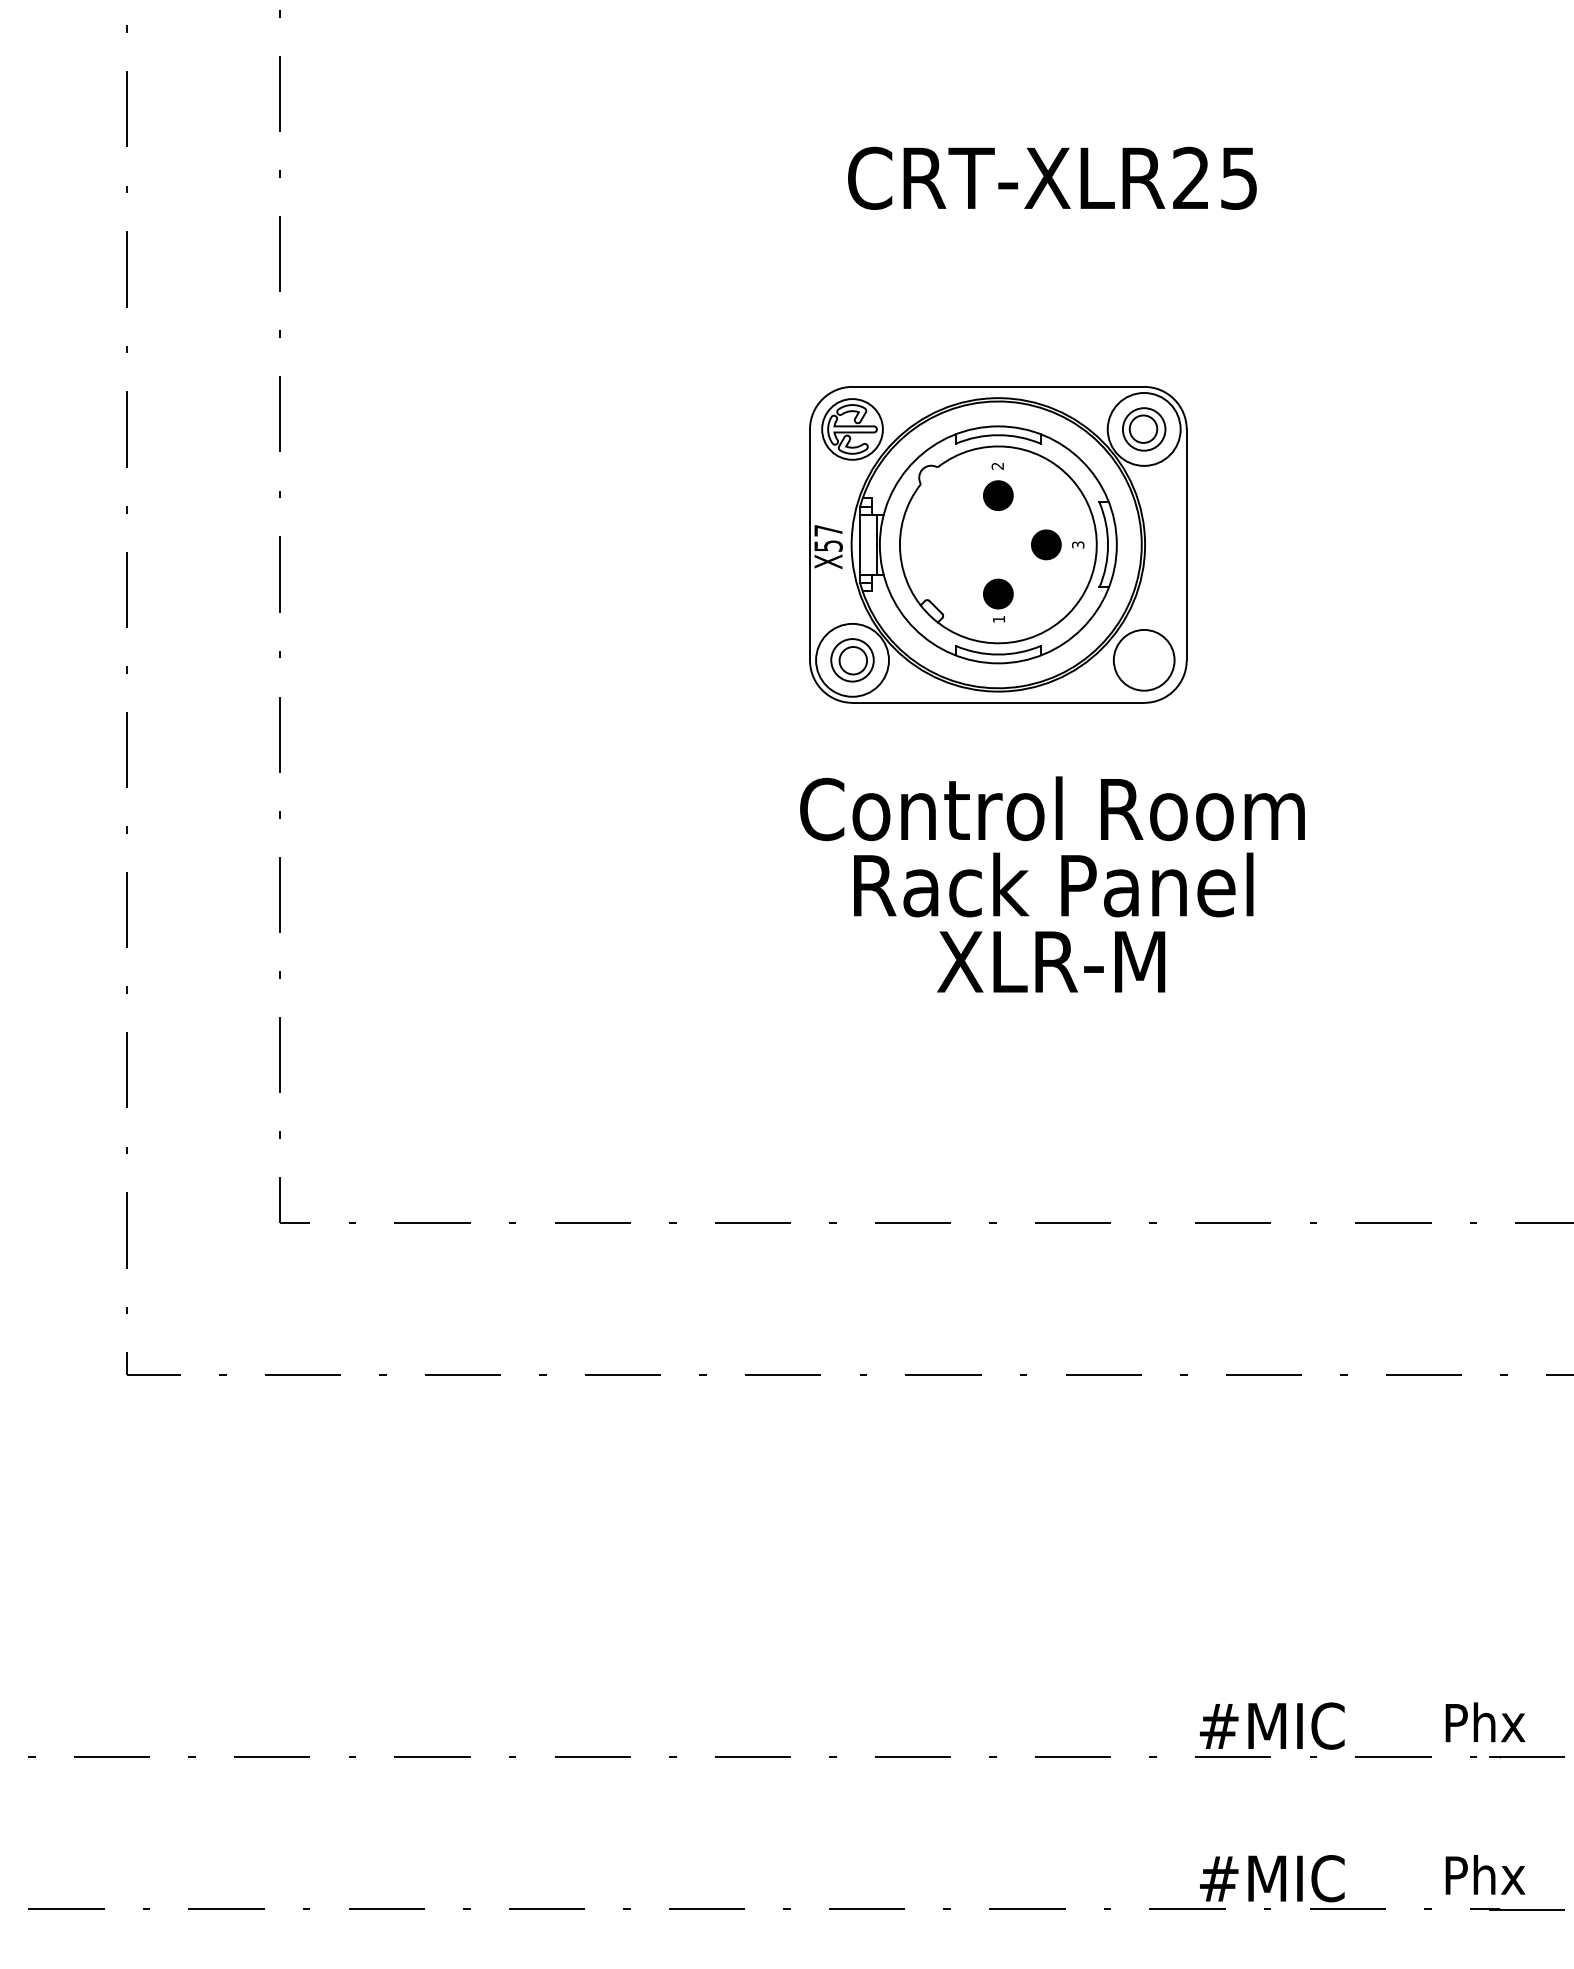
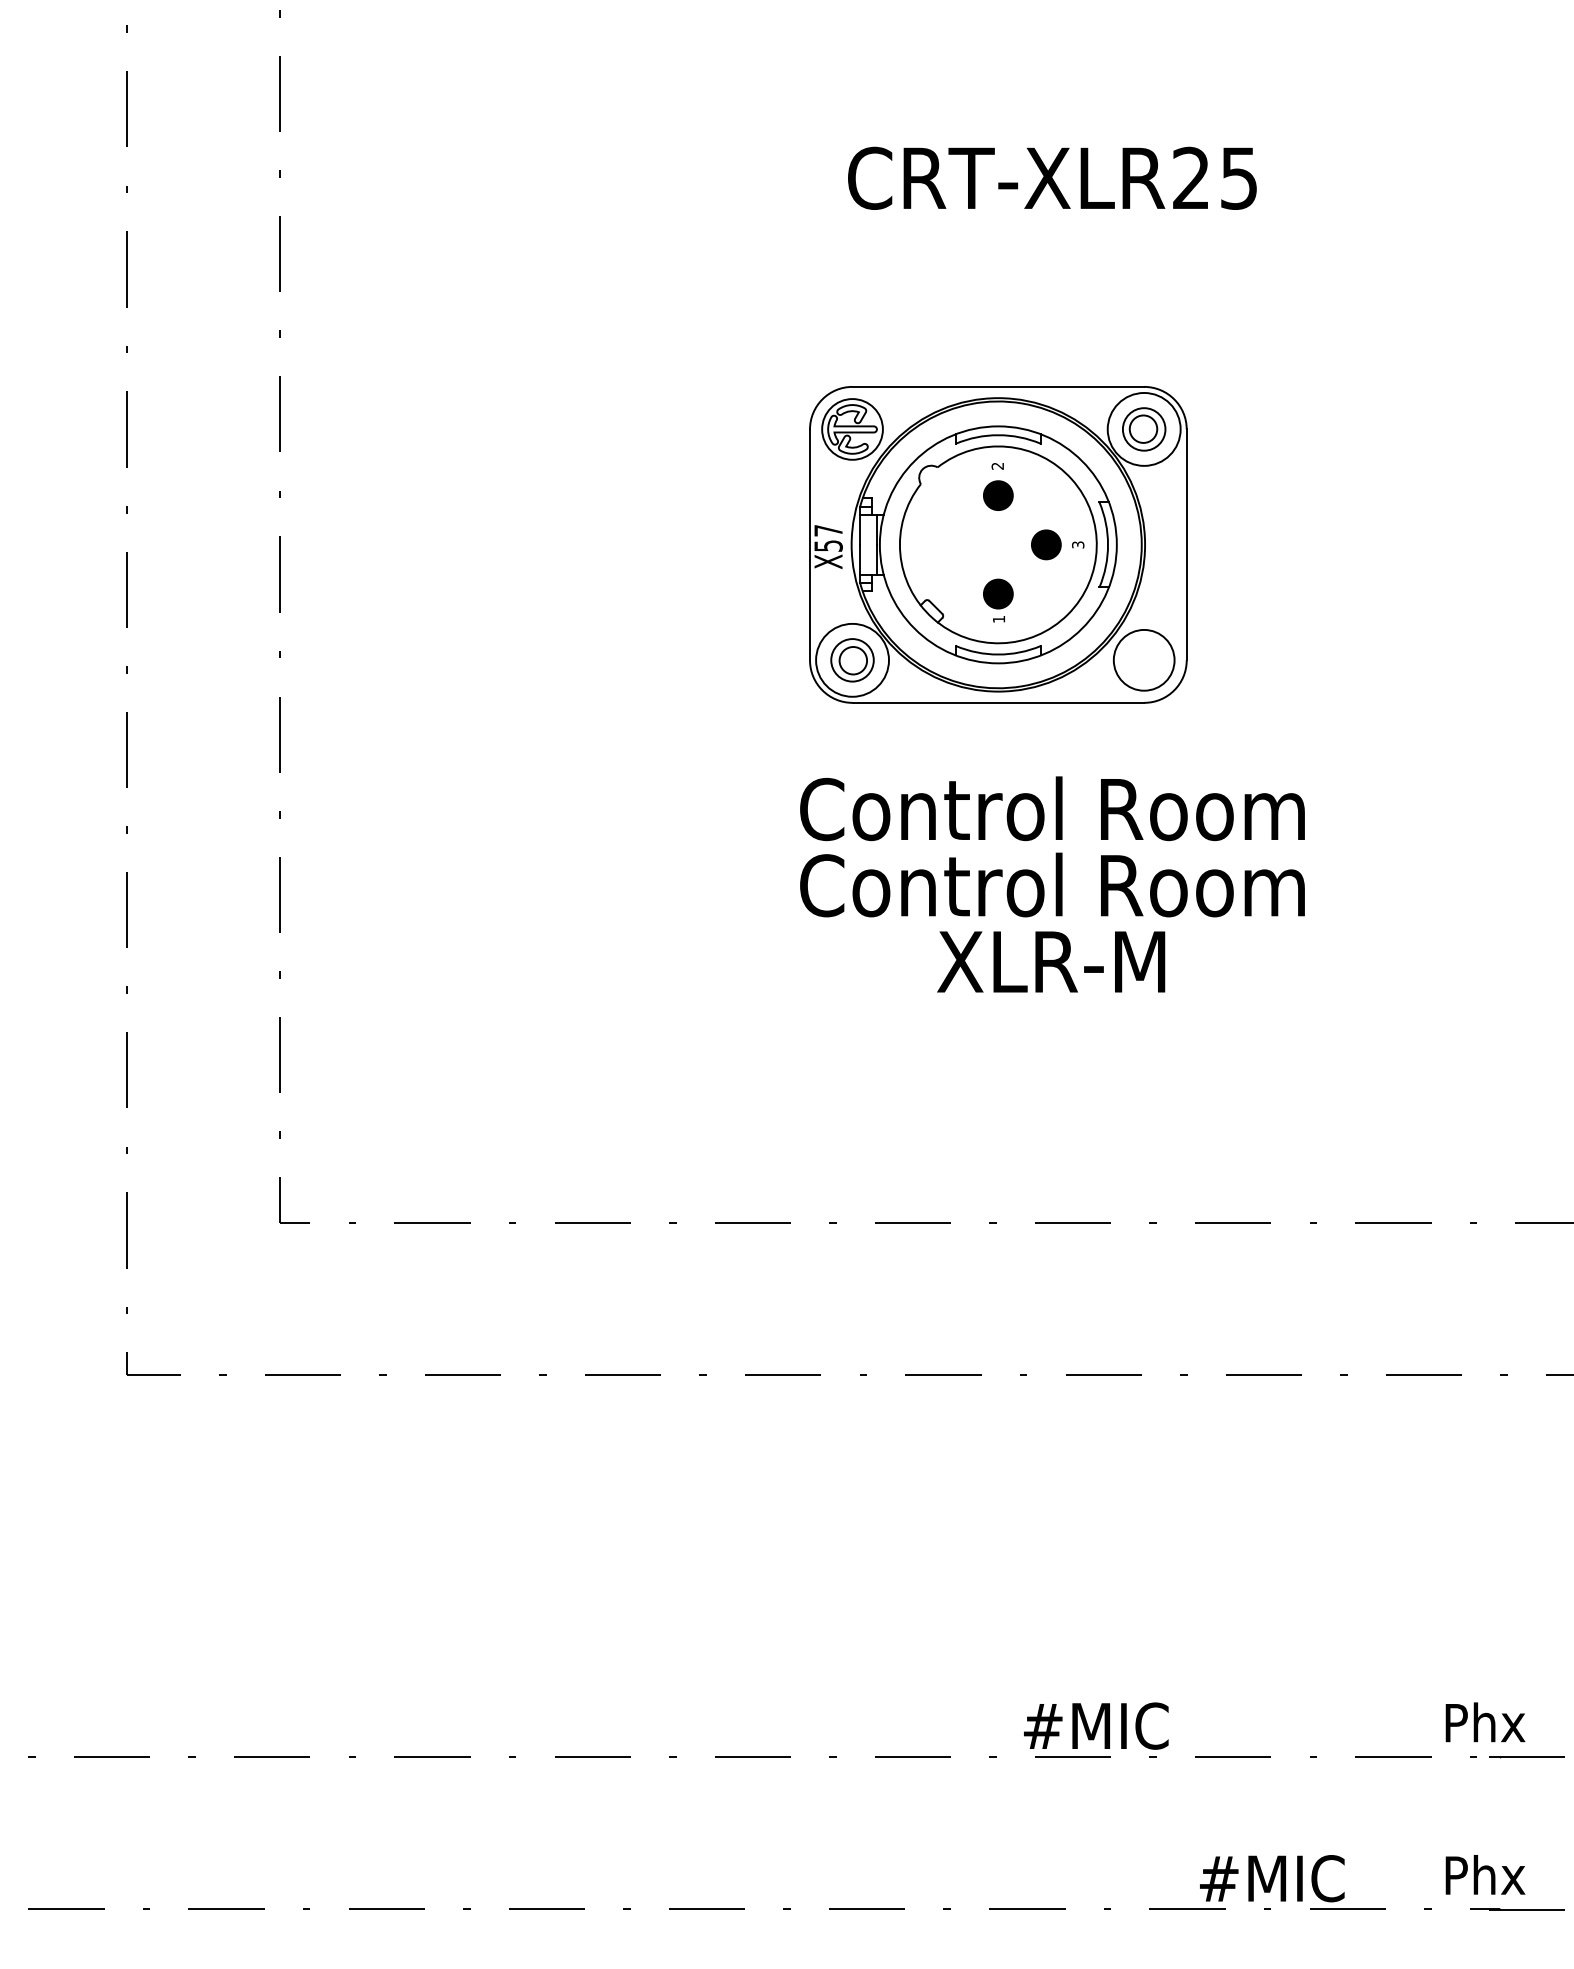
text at (1052, 884): Rack Panel -> Control Room
text at (1272, 1725) position: (1272, 1725) -> (1096, 1725)
